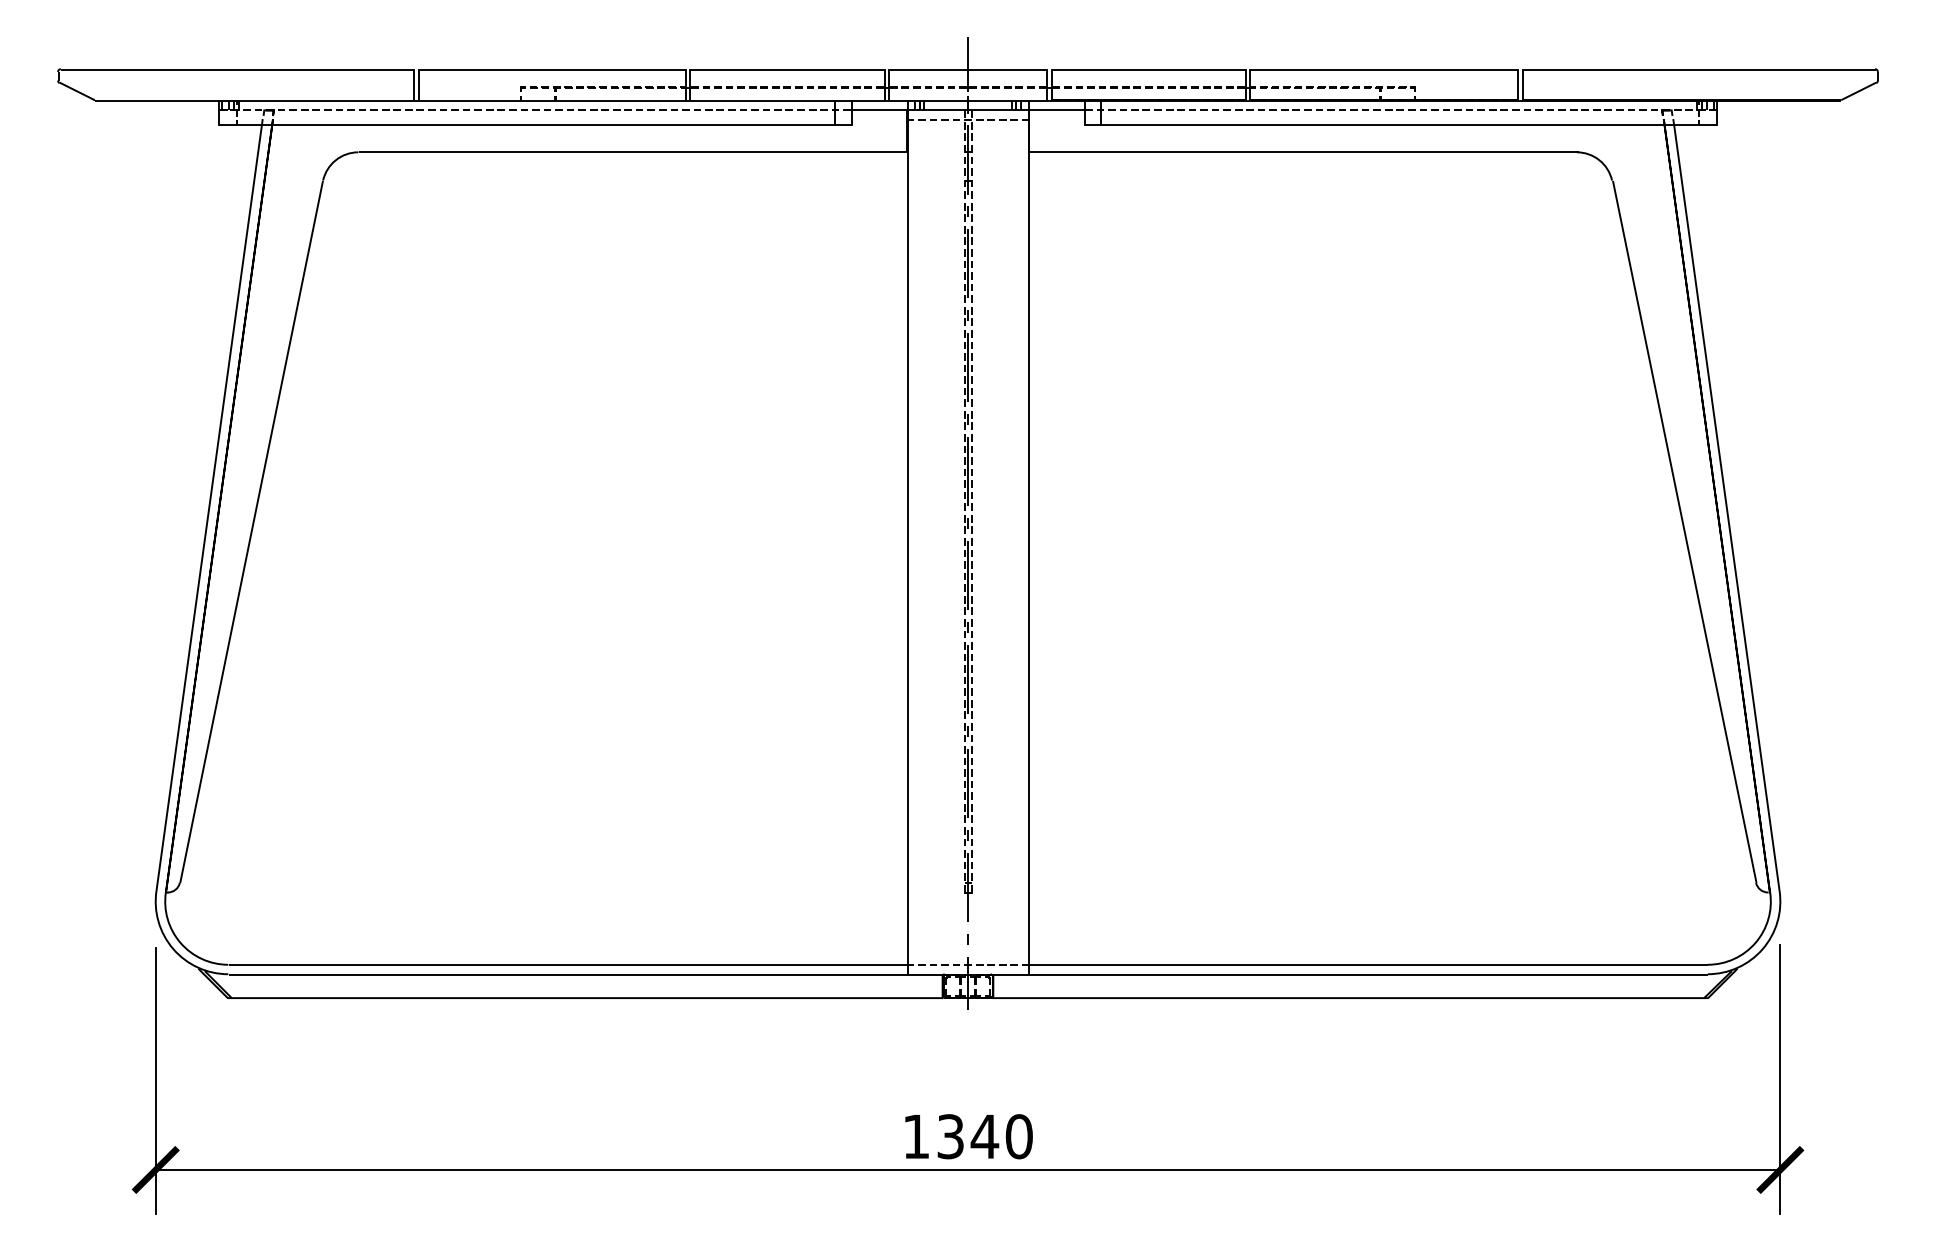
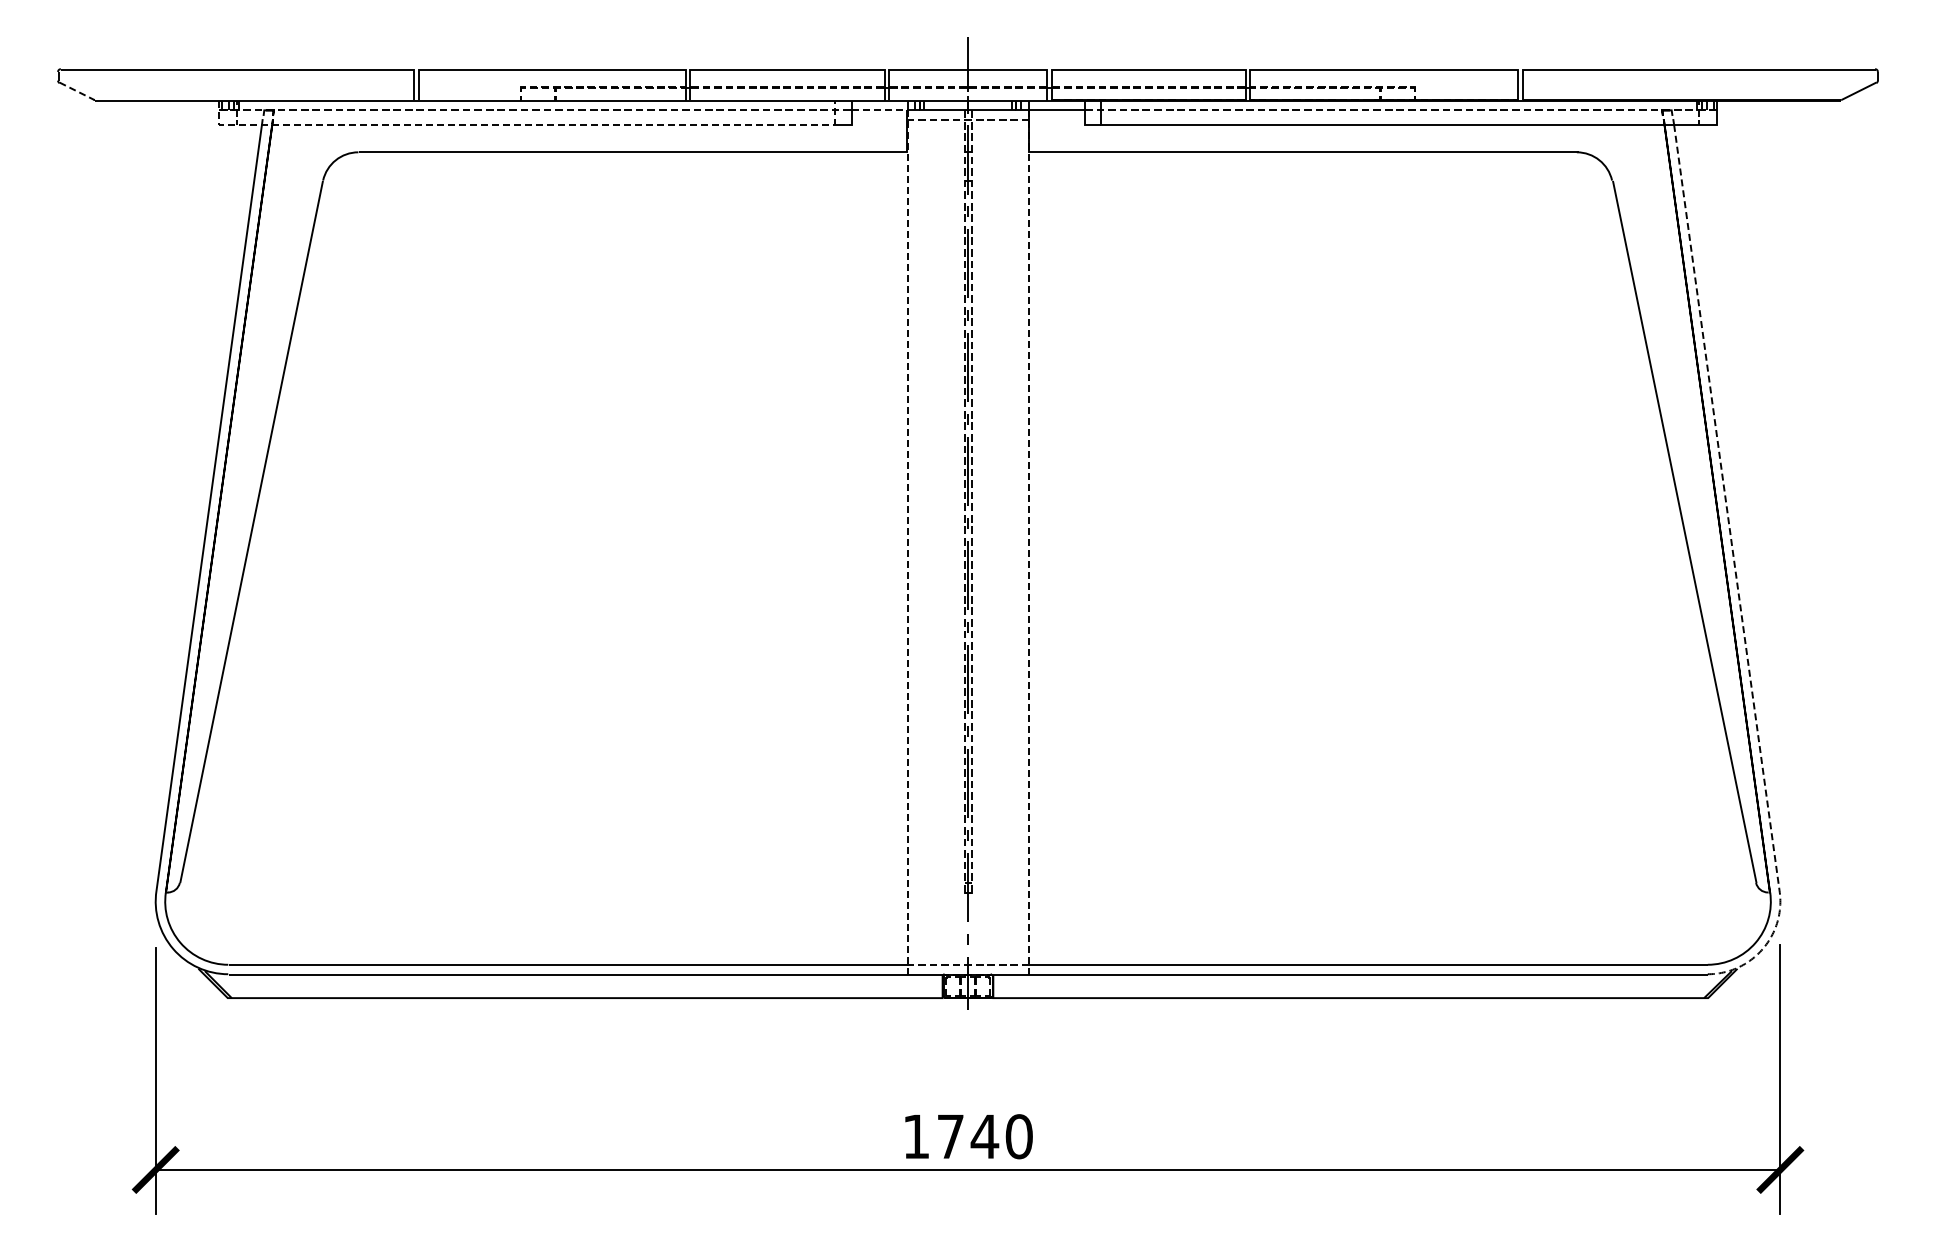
line at (77, 91): solid -> dashed
line at (526, 124): solid -> dashed
line at (907, 515): solid -> dashed
line at (1029, 543): solid -> dashed
line at (1736, 579): solid -> dashed
text at (950, 1136): 1340 -> 1740
